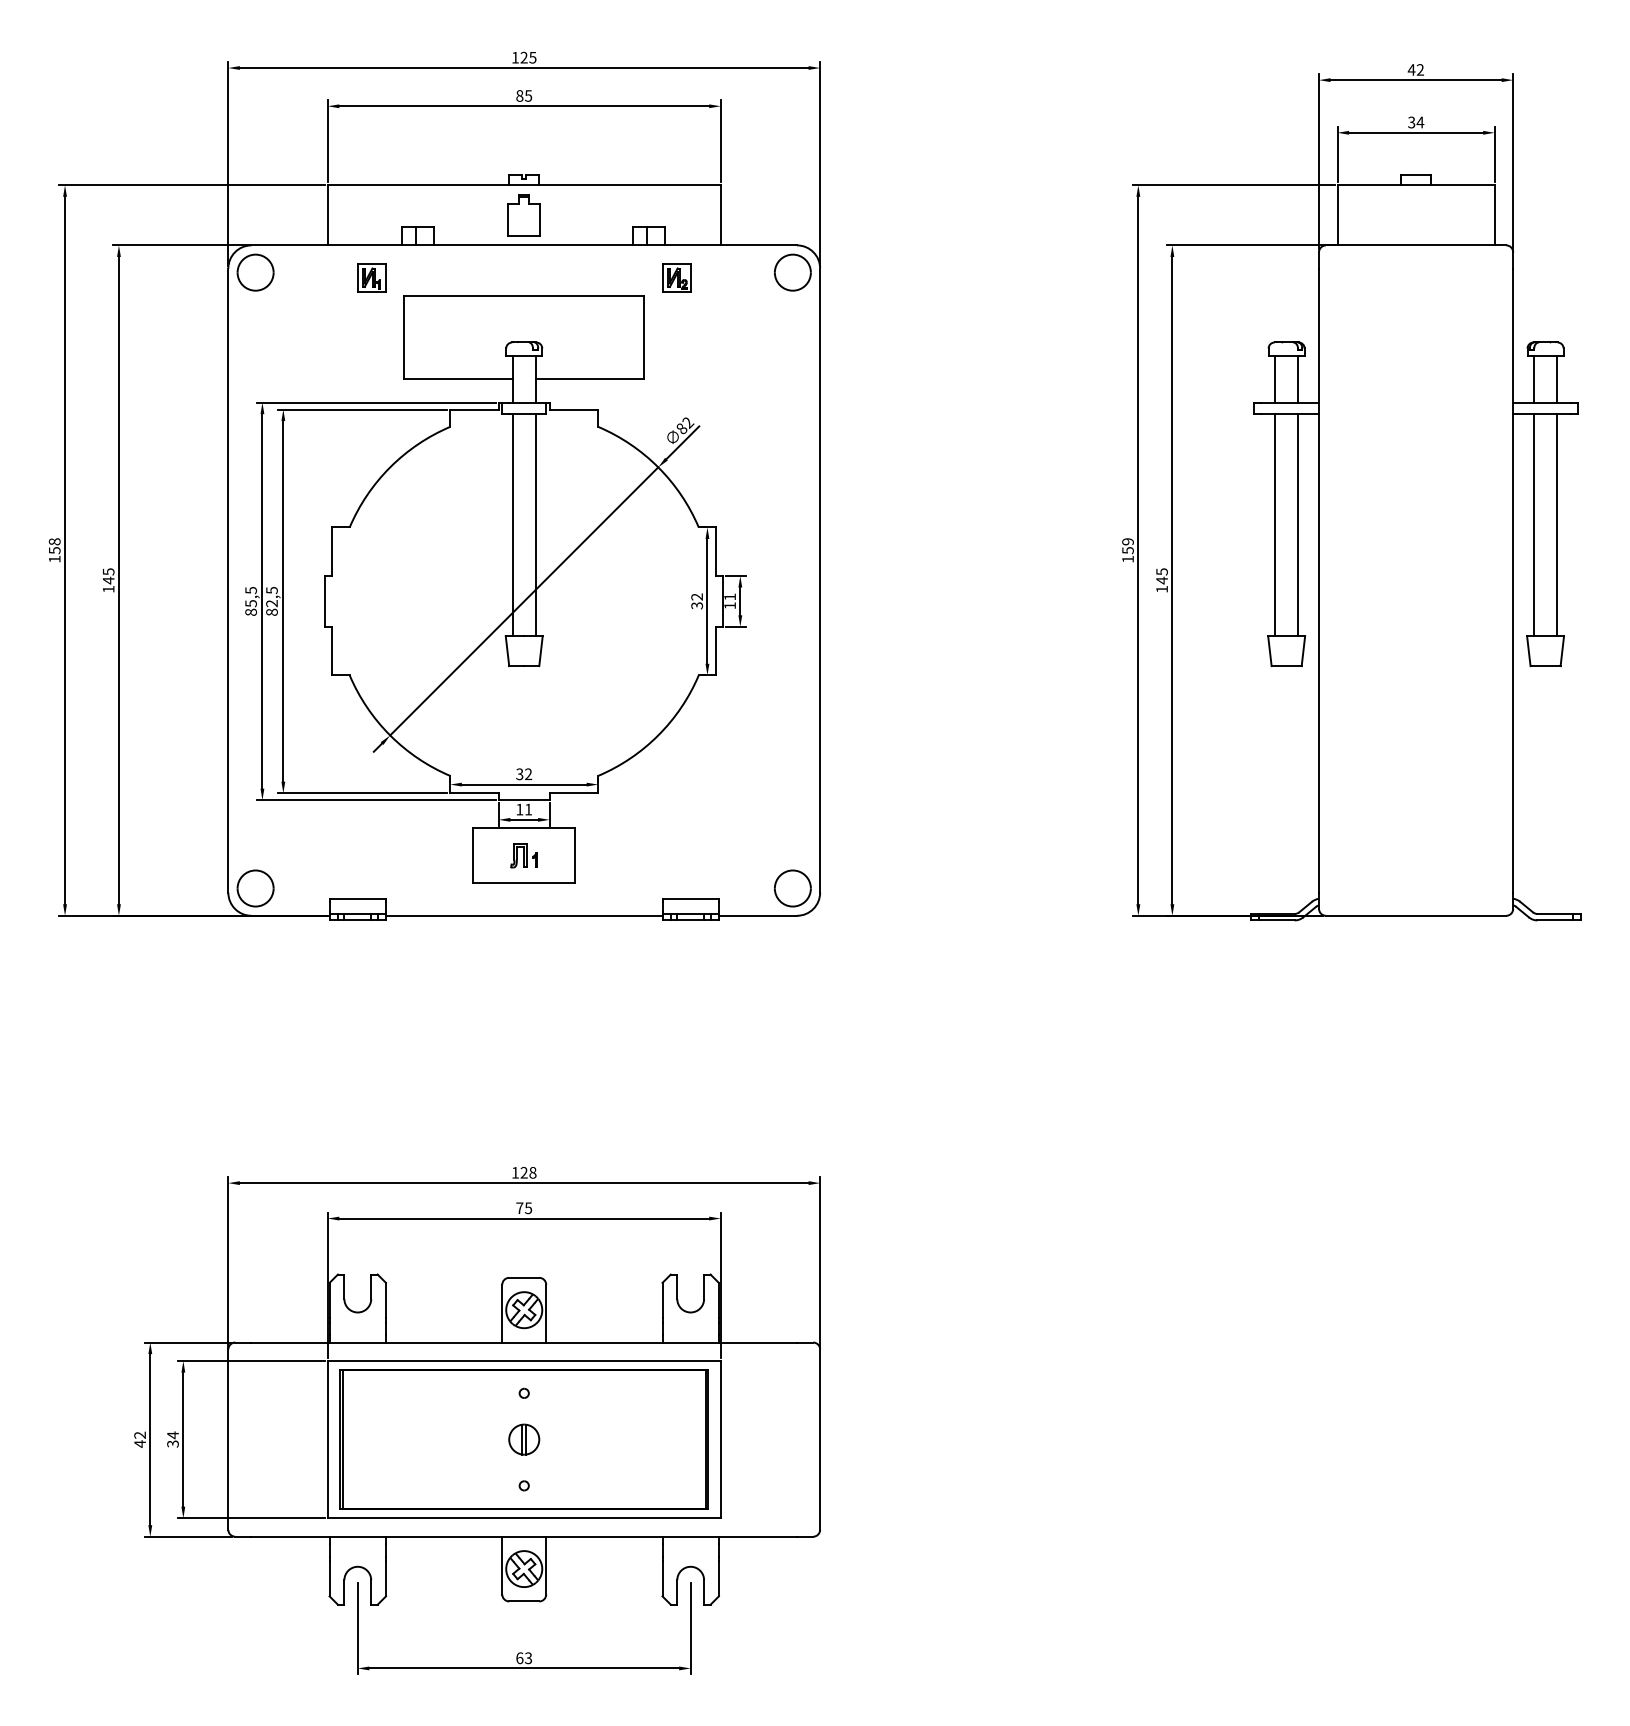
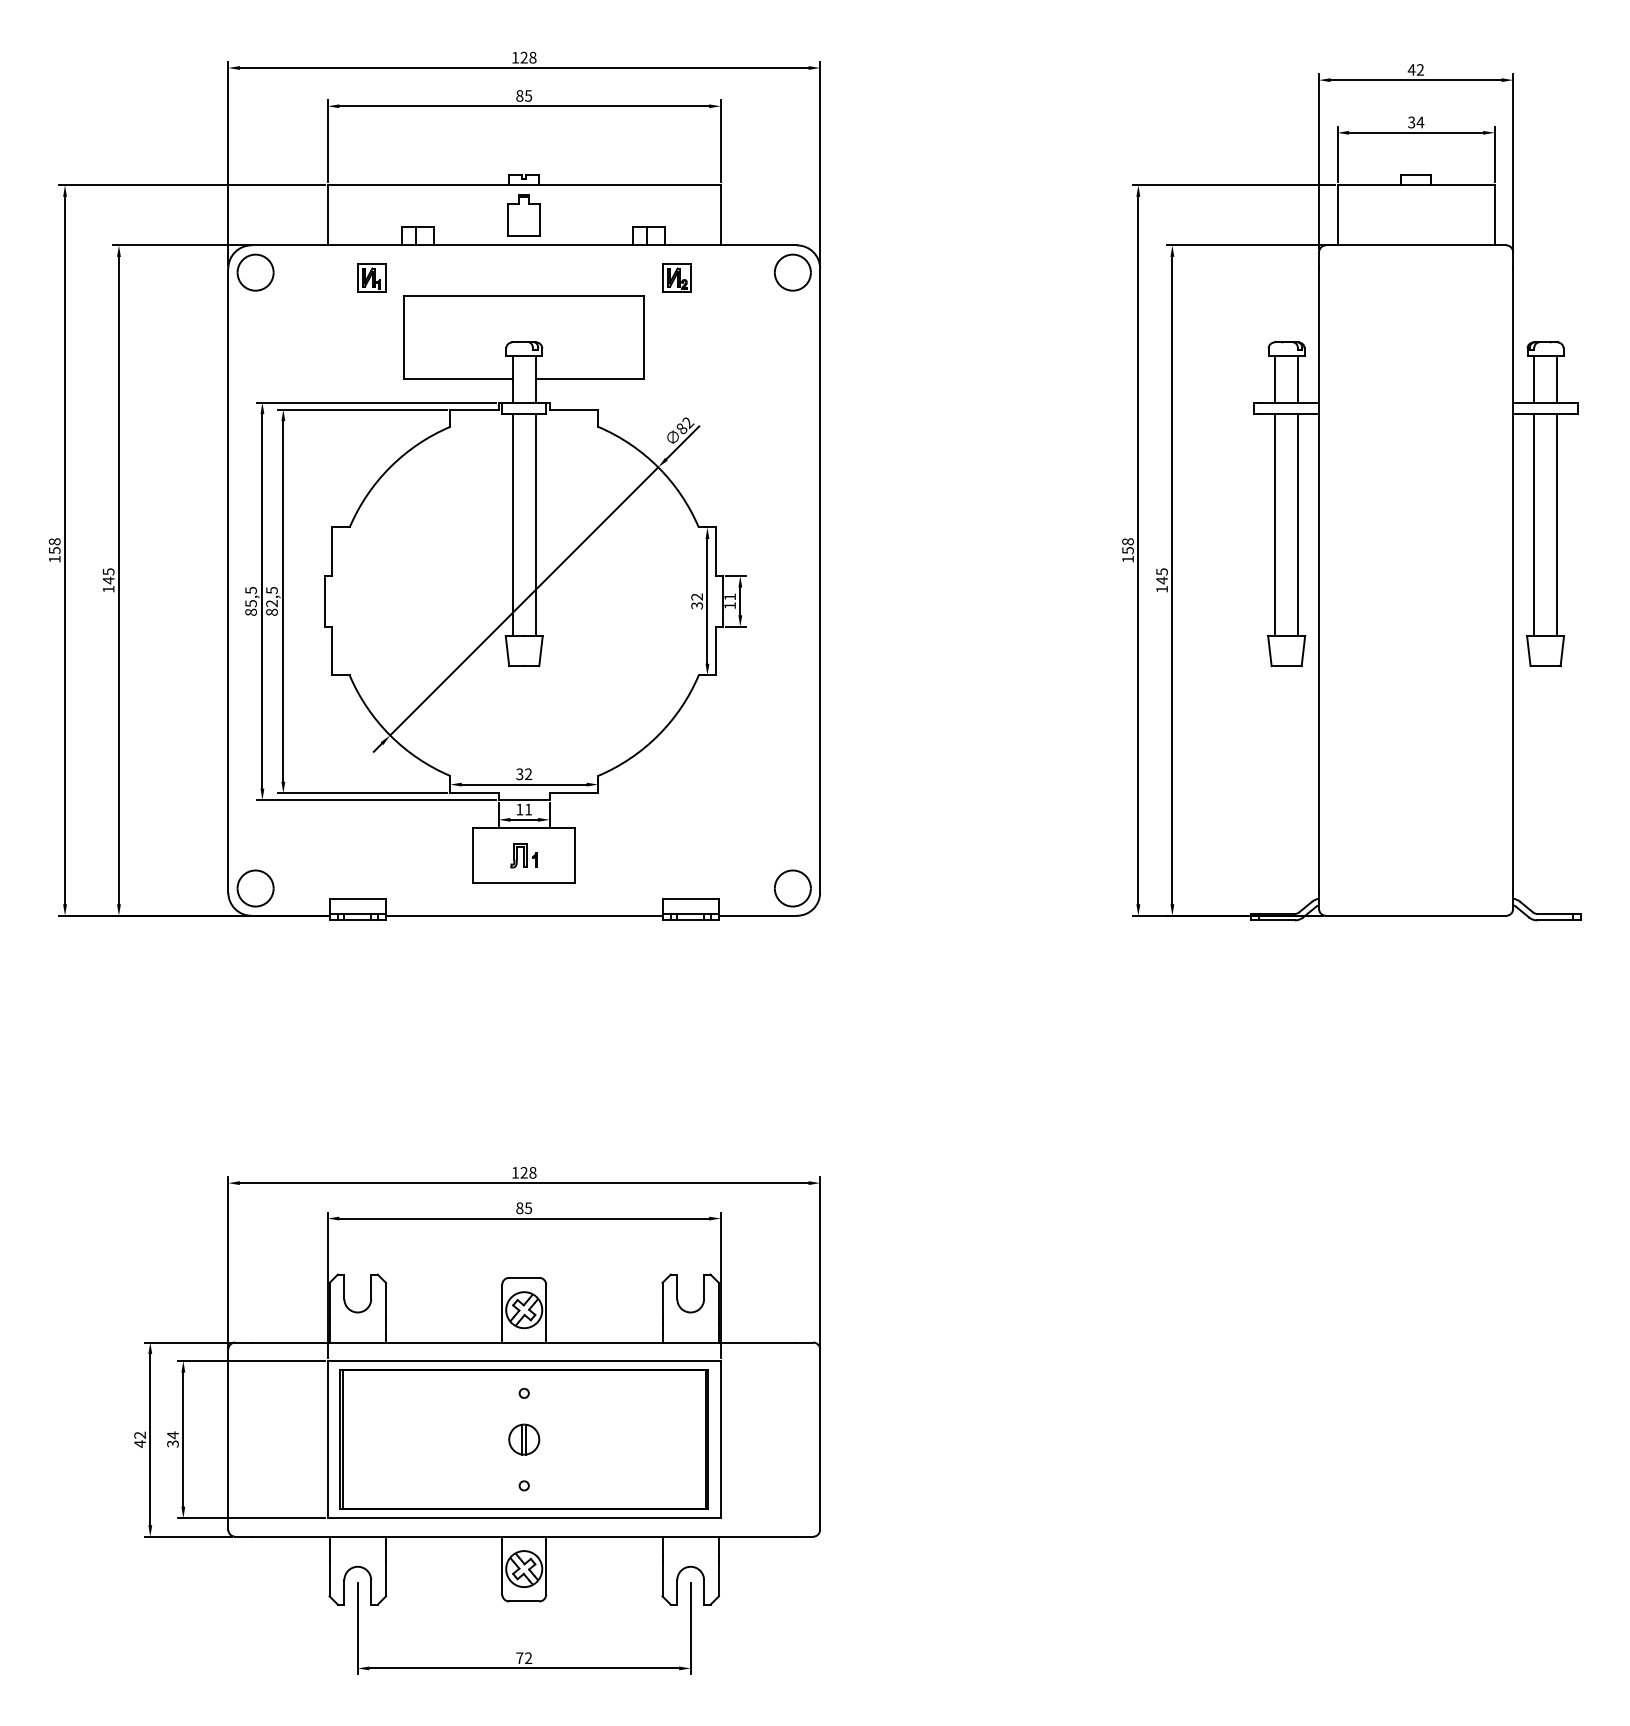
text at (532, 57): 125 -> 128
text at (1127, 541): 159 -> 158
text at (519, 1208): 75 -> 85
text at (524, 1658): 63 -> 72
